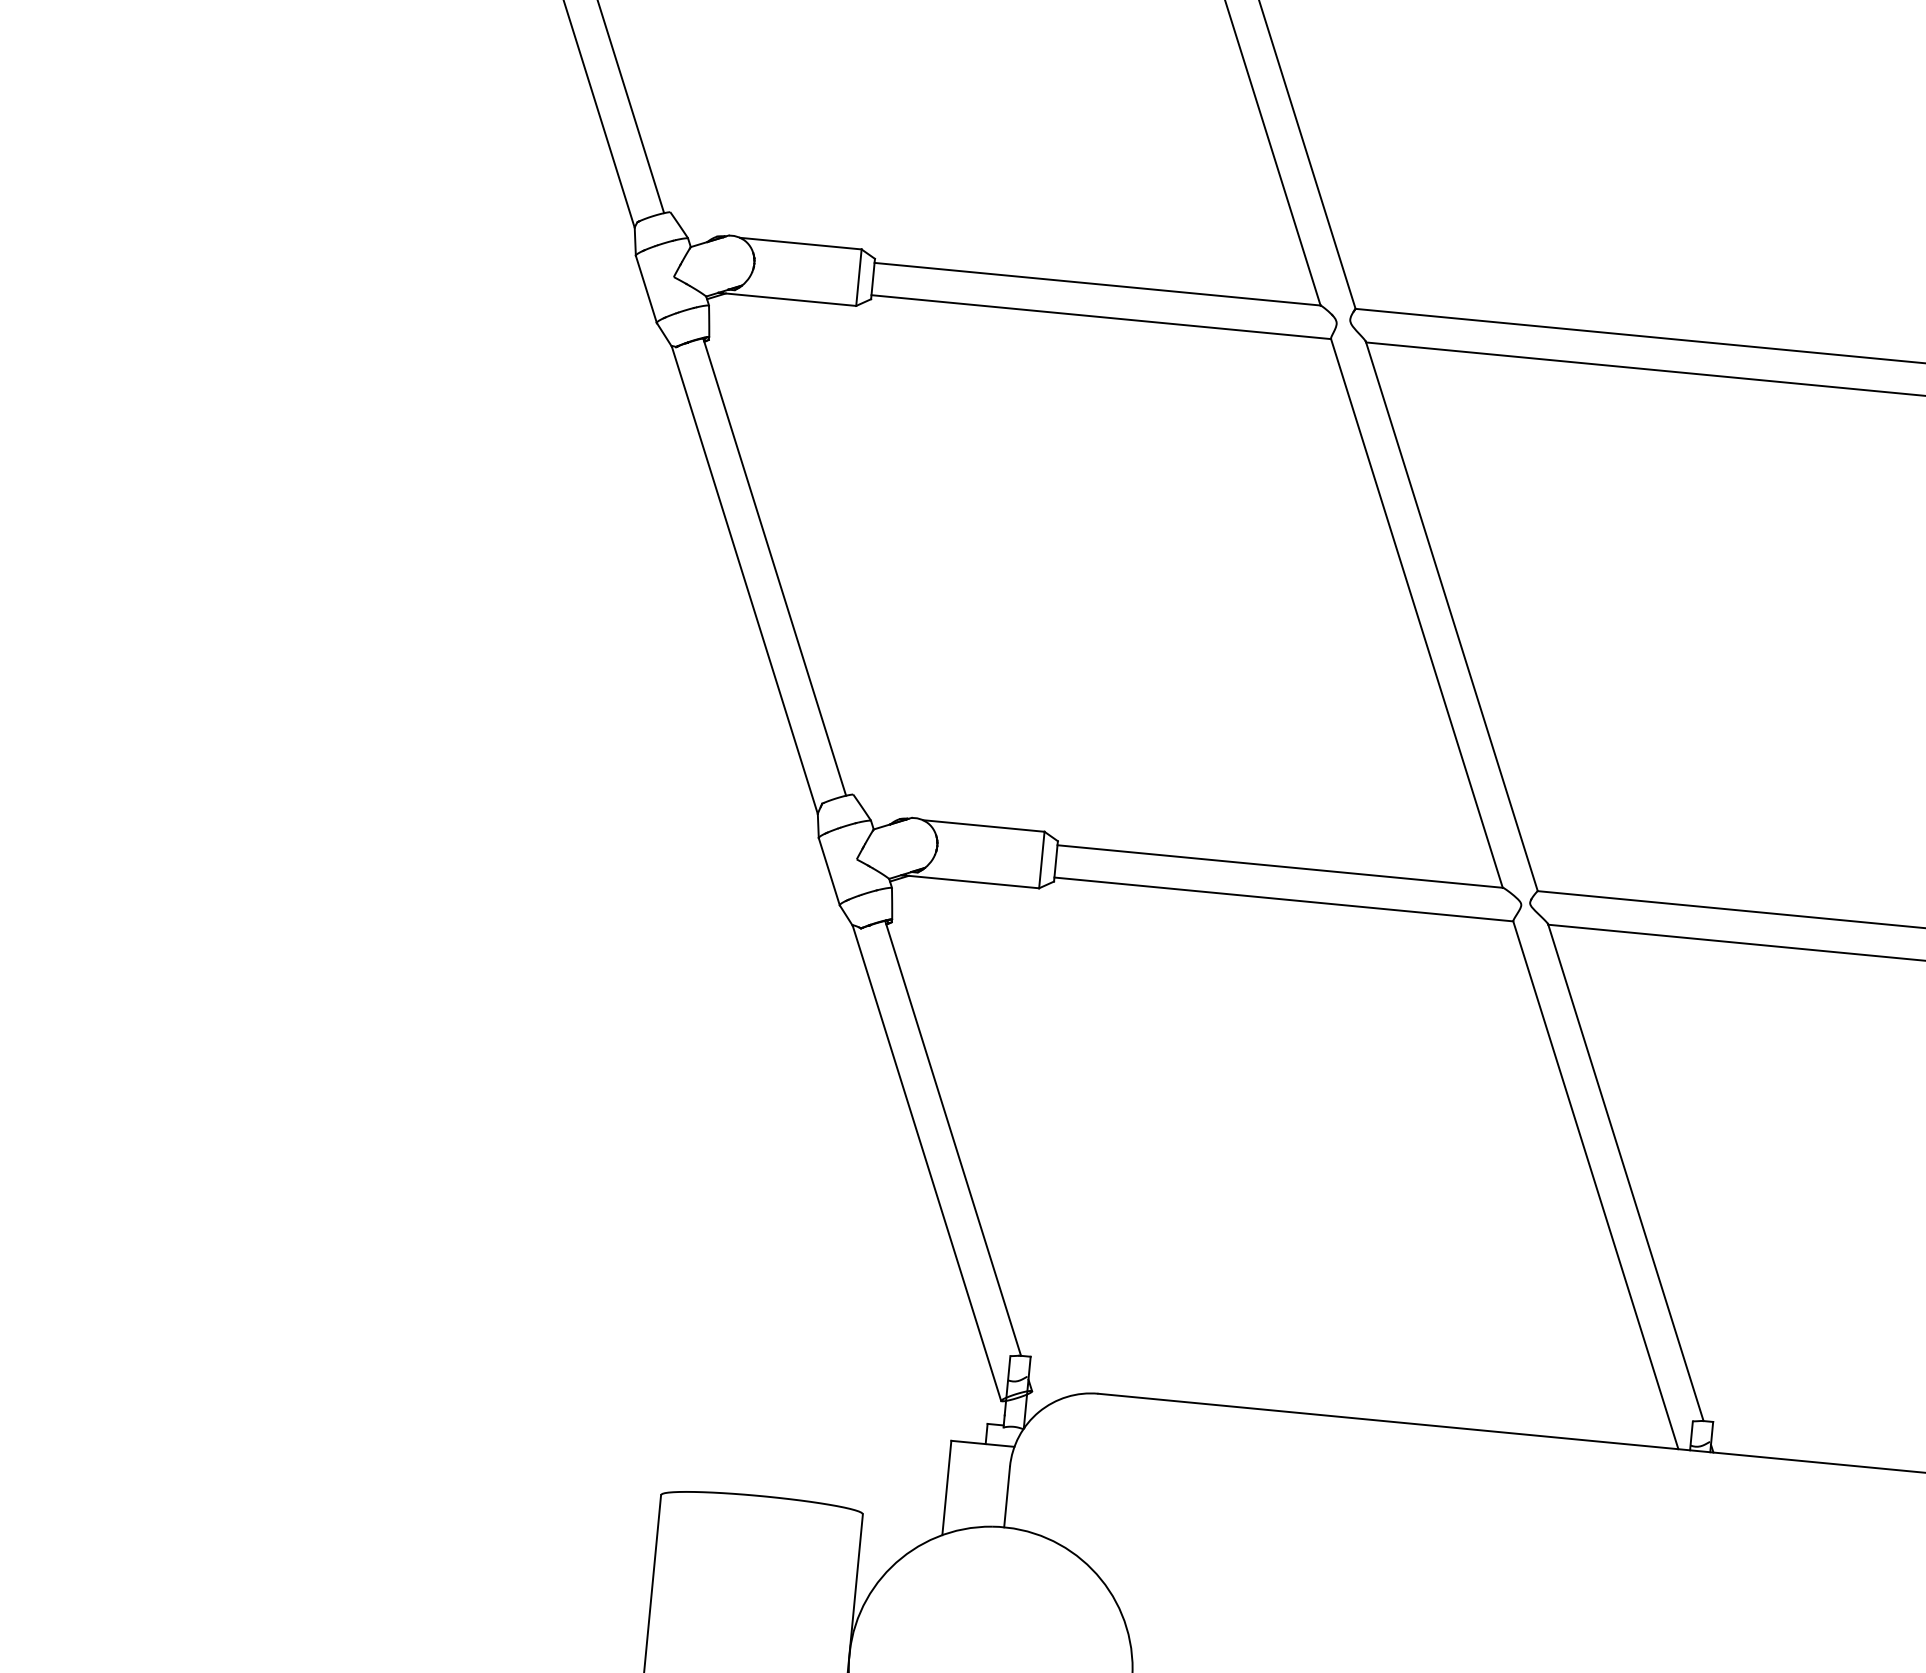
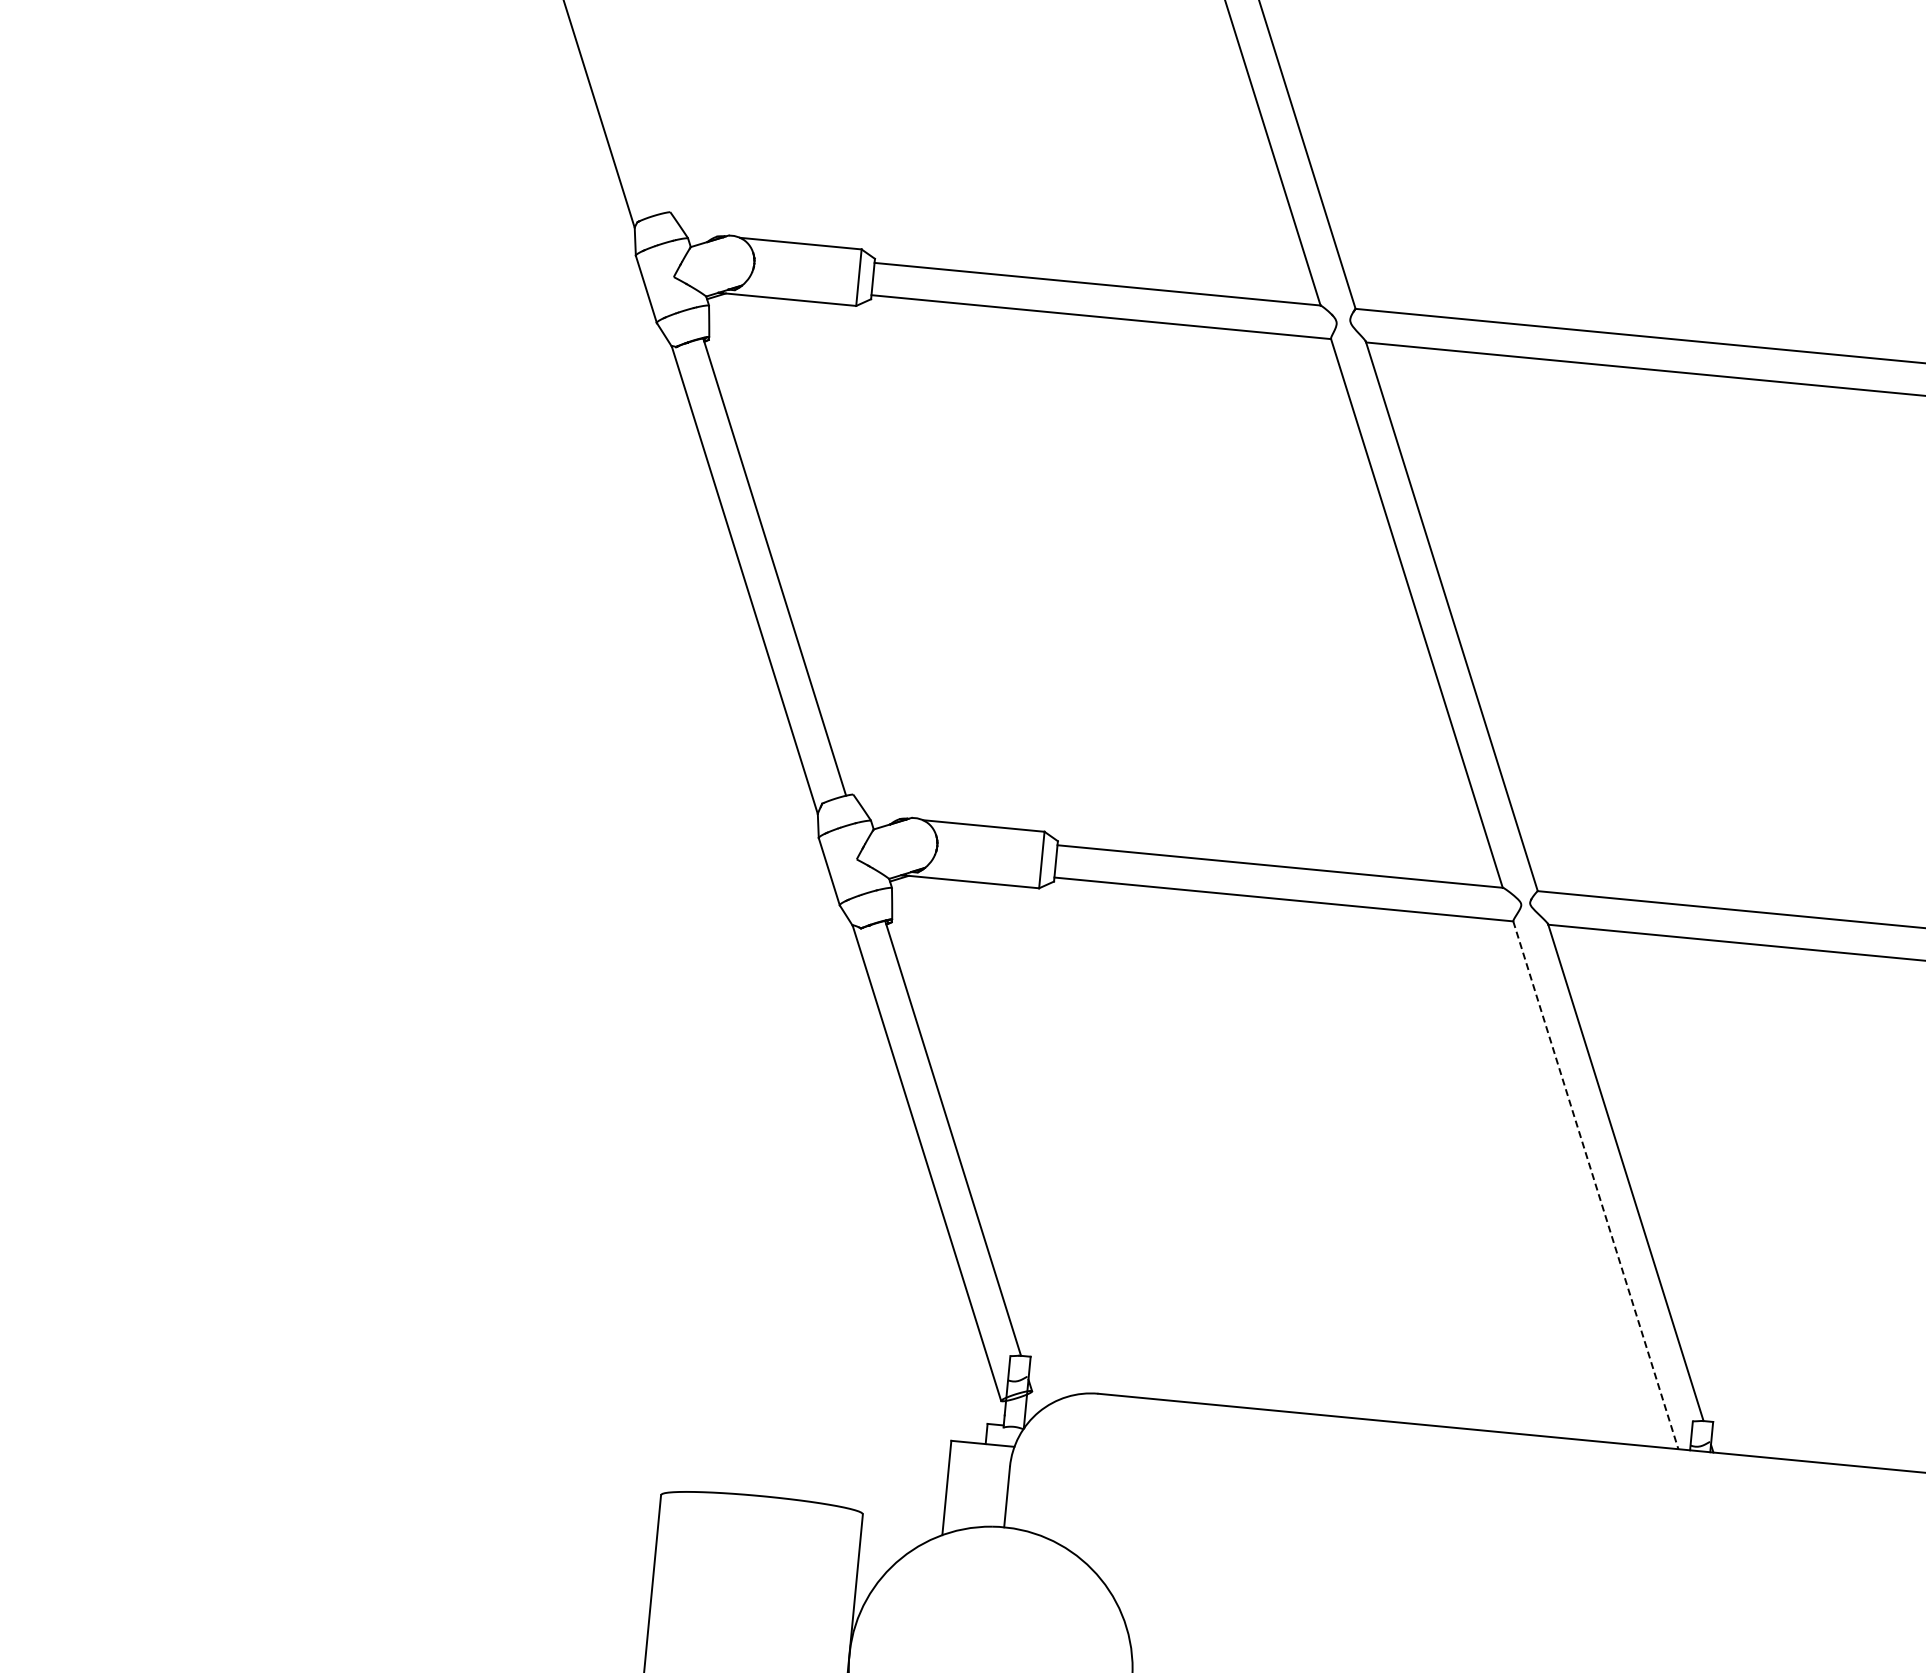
line at (631, 107): present -> none
line at (1595, 1185): solid -> dashed
